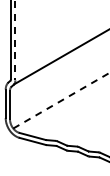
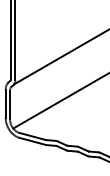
line at (15, 40): dashed -> solid
line at (61, 100): dashed -> solid
